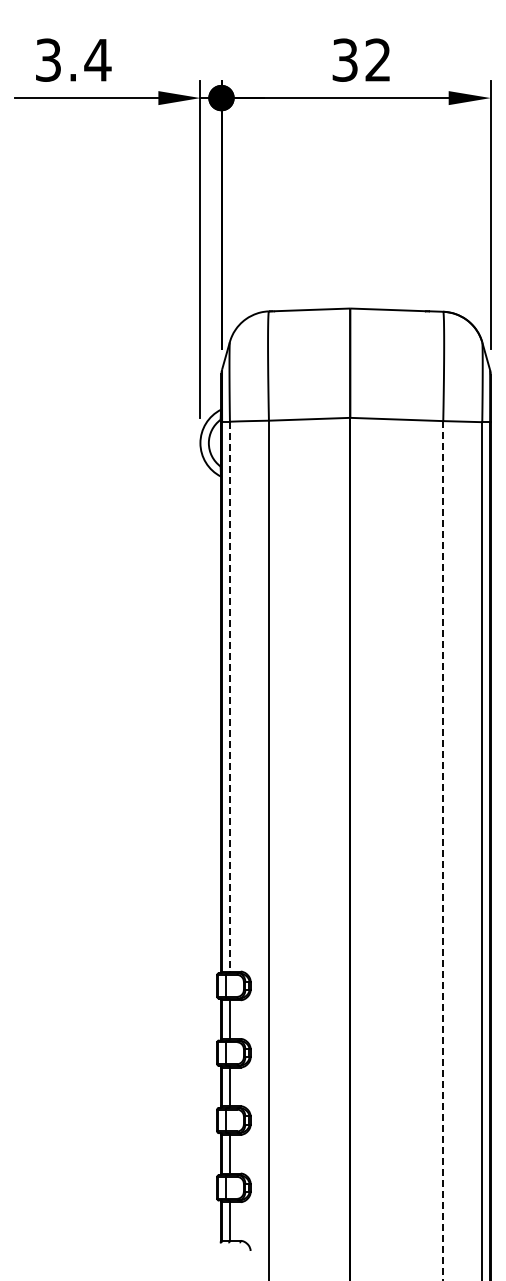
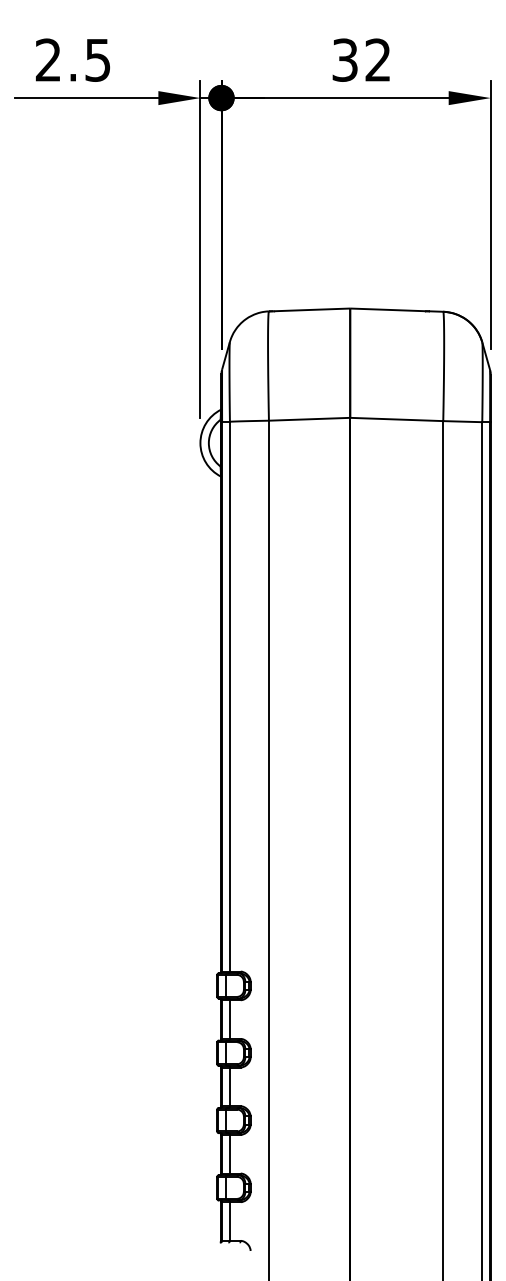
text at (73, 59): 3.4 -> 2.5
line at (229, 696): dashed -> solid
line at (443, 851): dashed -> solid
